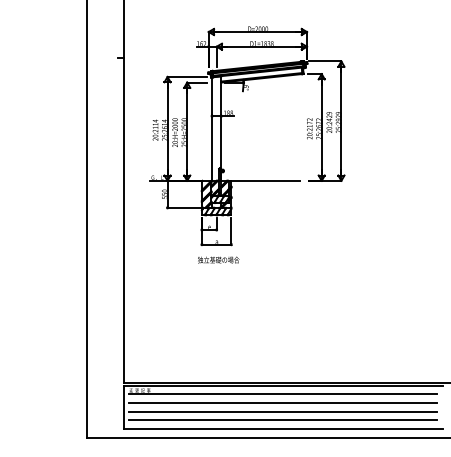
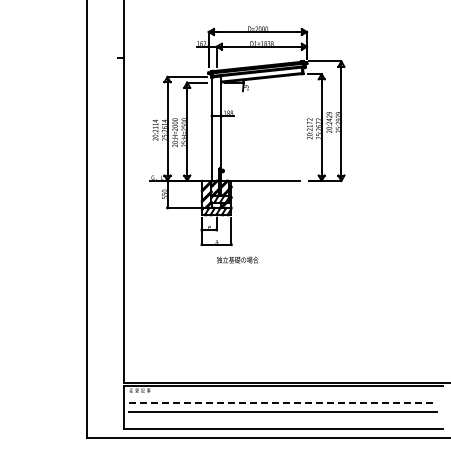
text at (218, 259) position: (218, 259) -> (237, 259)
line at (283, 394): present -> none
line at (283, 402): solid -> dashed
line at (283, 420): present -> none
